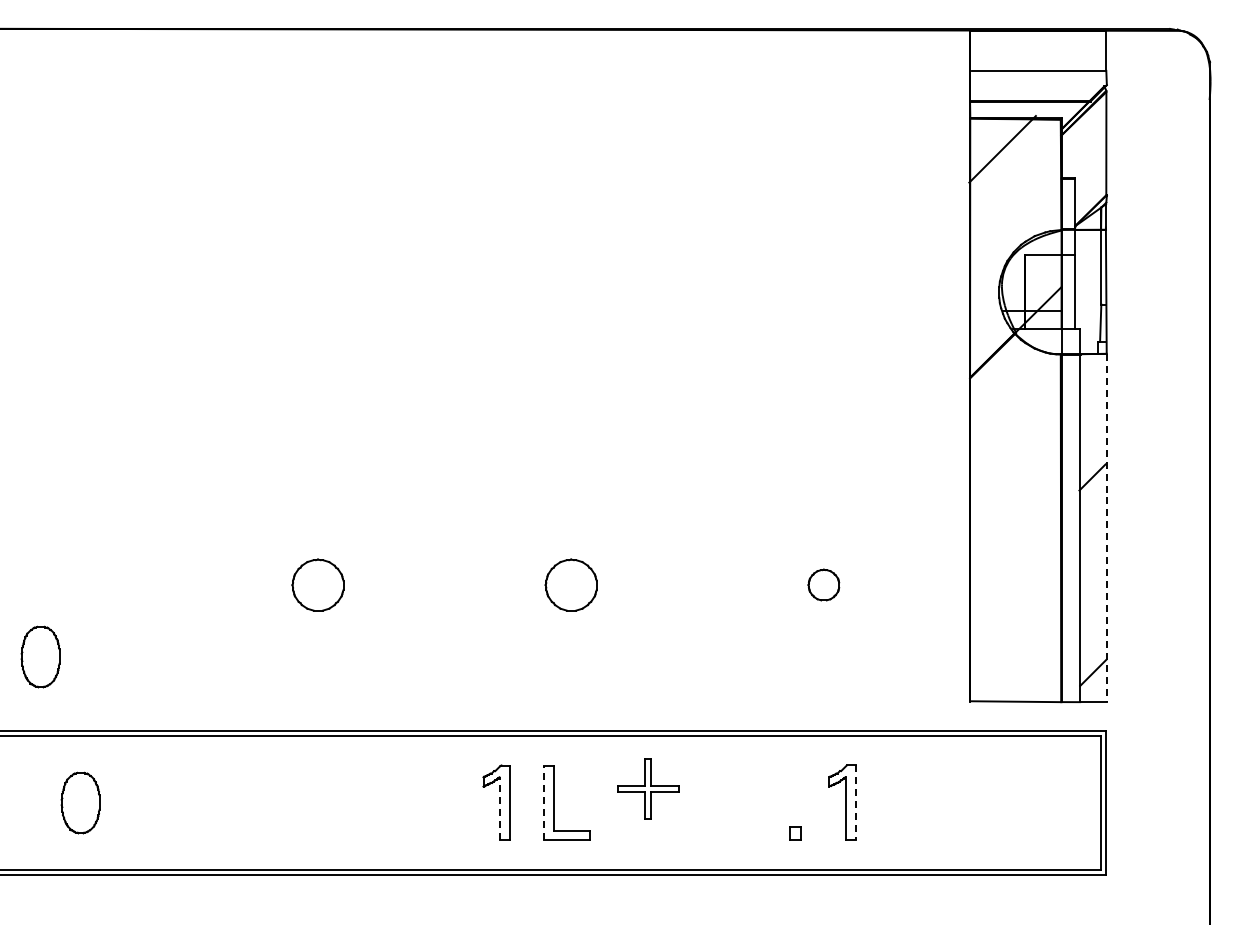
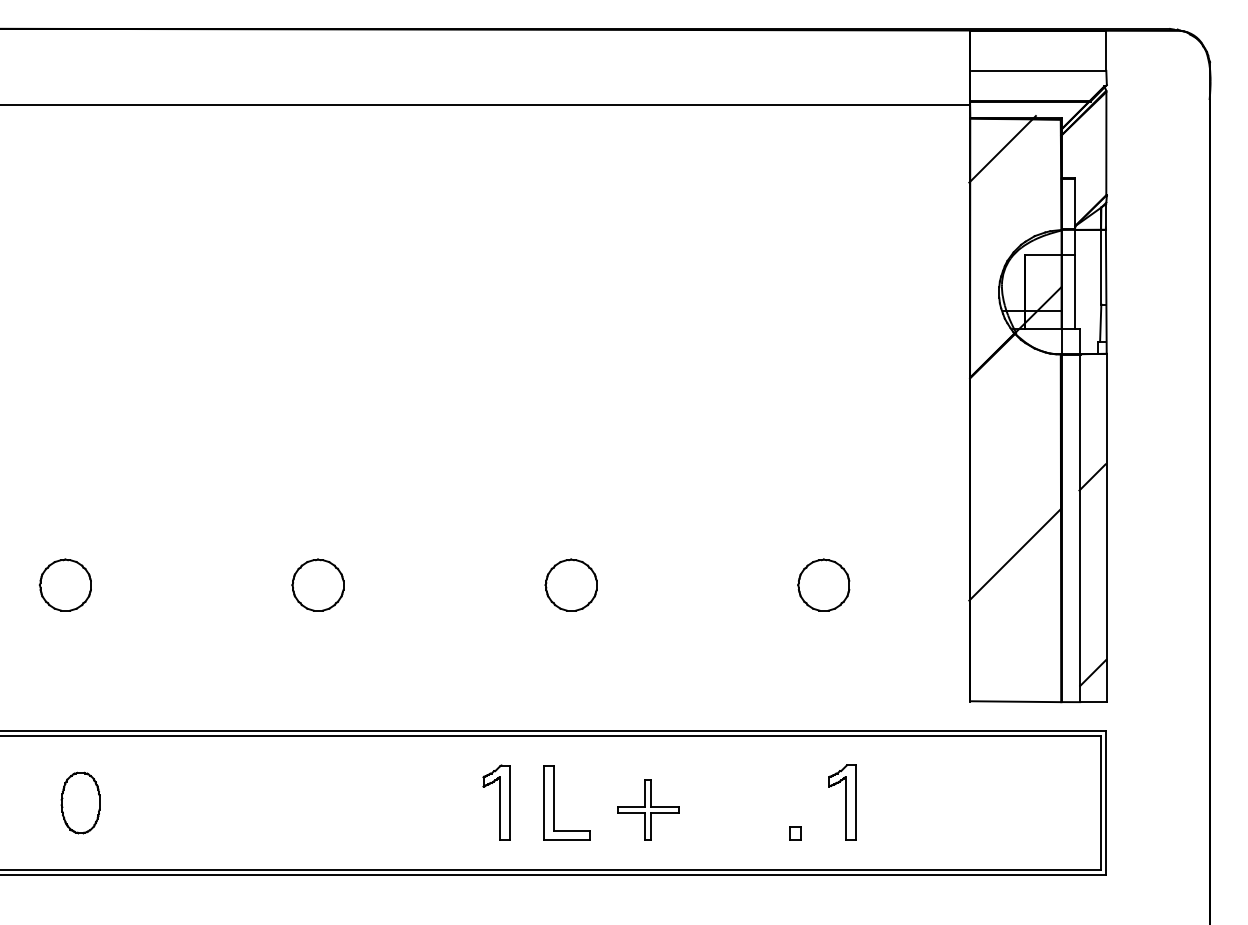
line at (485, 104): none -> present
line at (1106, 528): dashed -> solid
line at (1014, 554): none -> present
part at (64, 584): none -> present
part at (823, 584) size: 34x34 px -> 54x54 px
part at (40, 656): present -> none
part at (648, 788) position: (648, 788) -> (648, 809)
line at (544, 802): dashed -> solid
line at (855, 803): dashed -> solid
line at (499, 808): dashed -> solid
